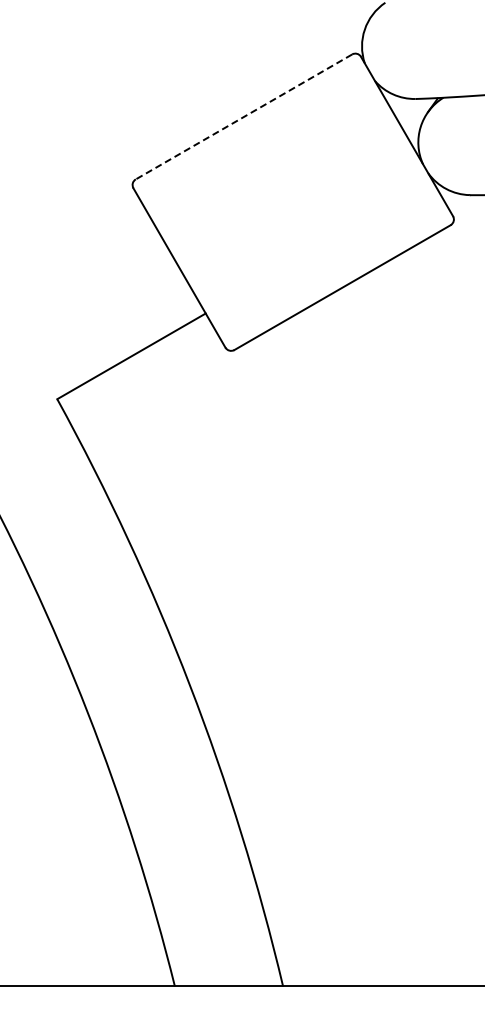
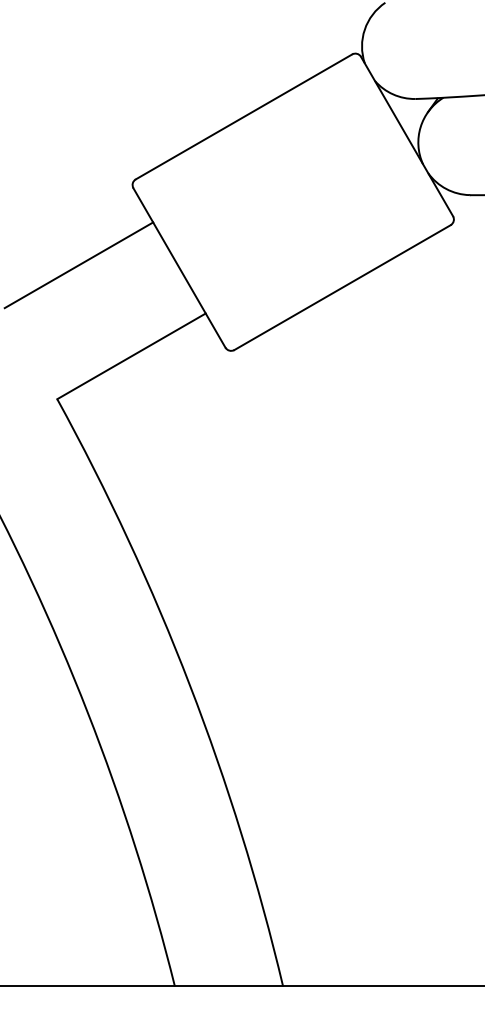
line at (244, 116): dashed -> solid
line at (78, 265): none -> present
